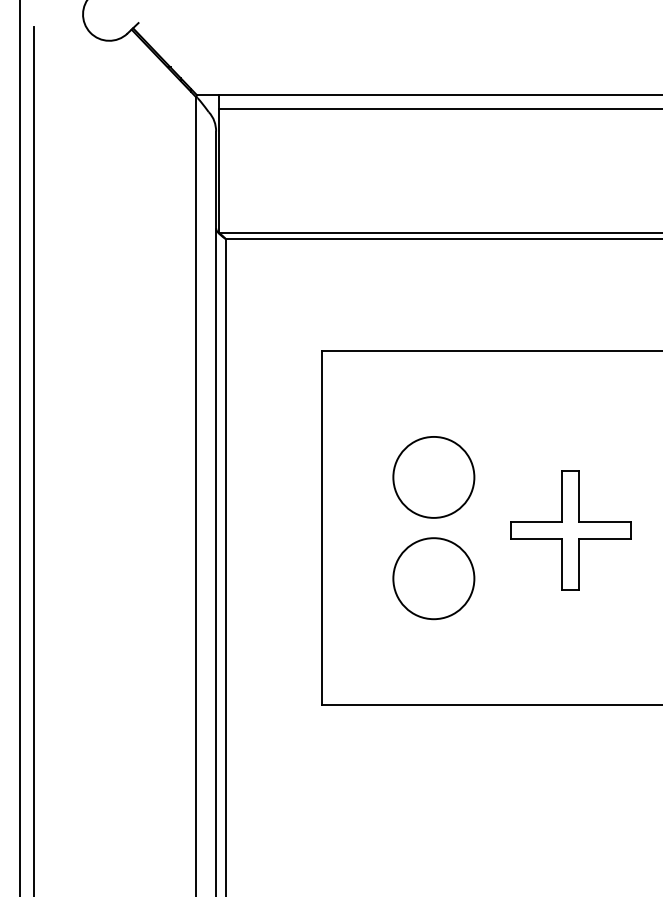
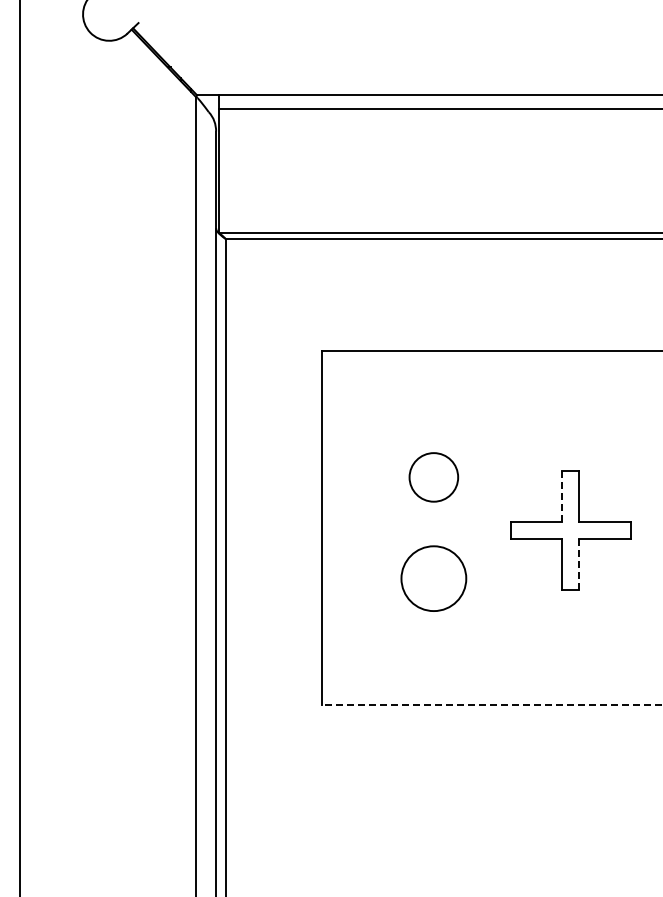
line at (33, 459): present -> none
circle at (433, 476) diameter: 81 px -> 49 px
line at (562, 496): solid -> dashed
line at (579, 564): solid -> dashed
circle at (433, 578) diameter: 81 px -> 65 px
line at (492, 705): solid -> dashed
